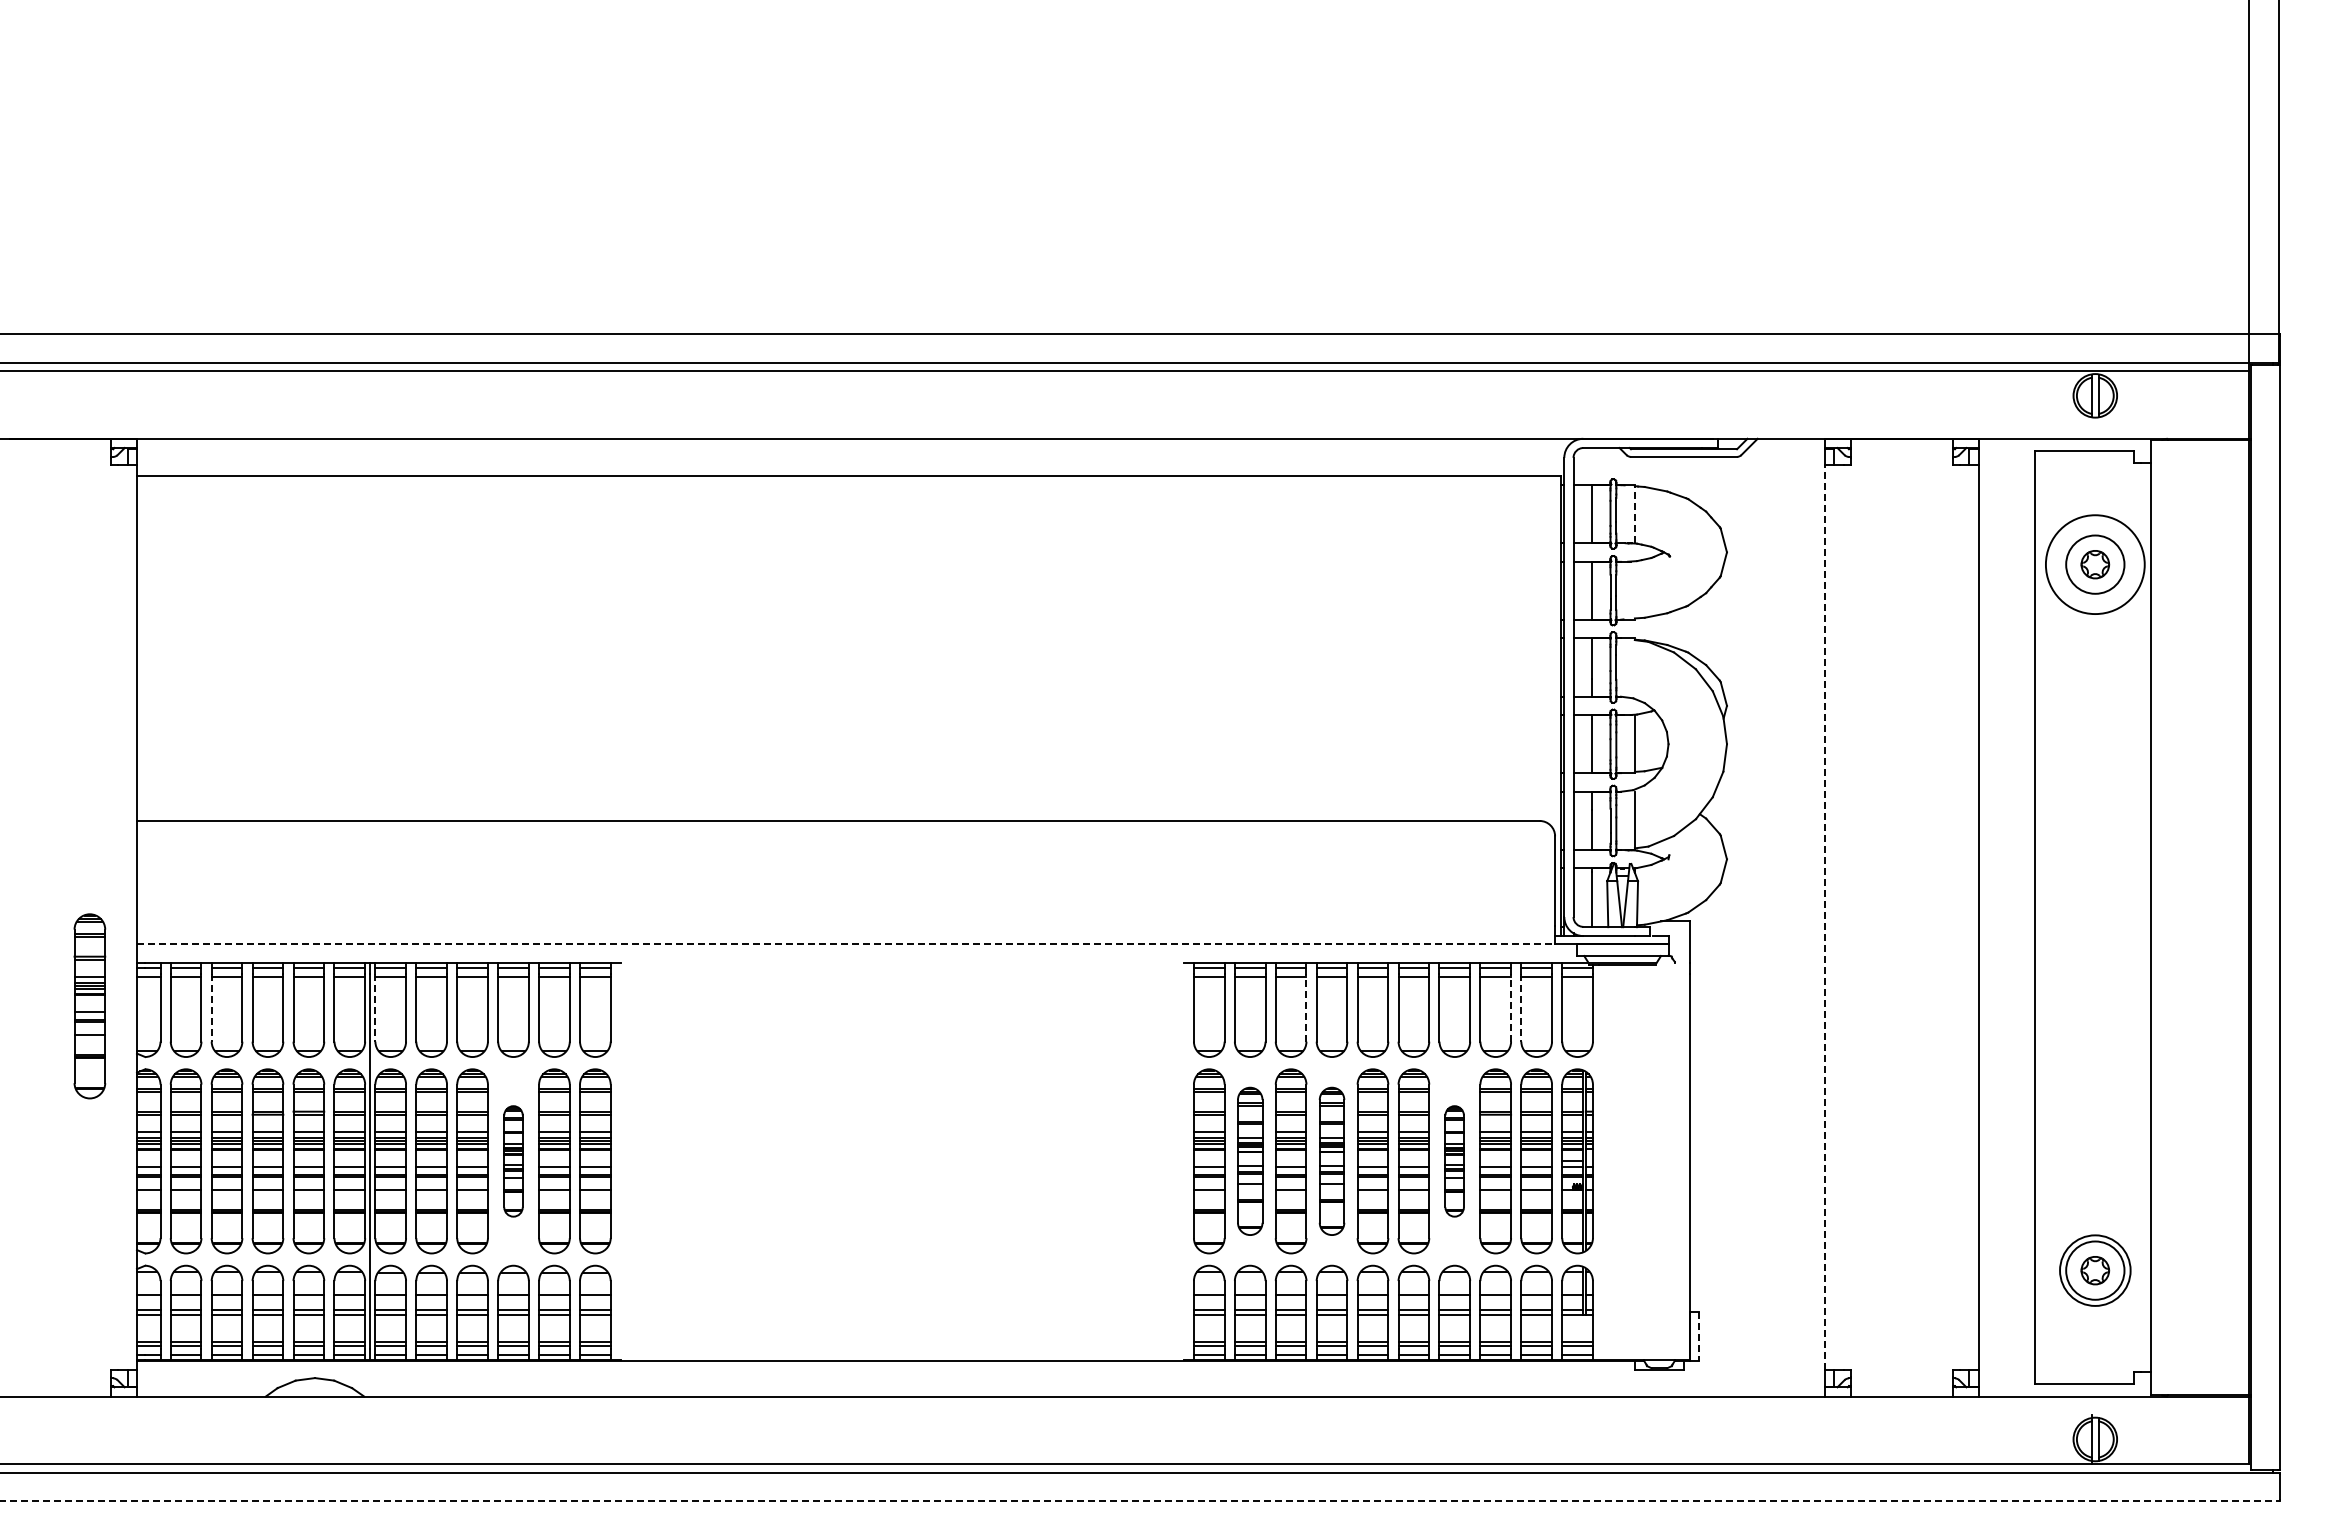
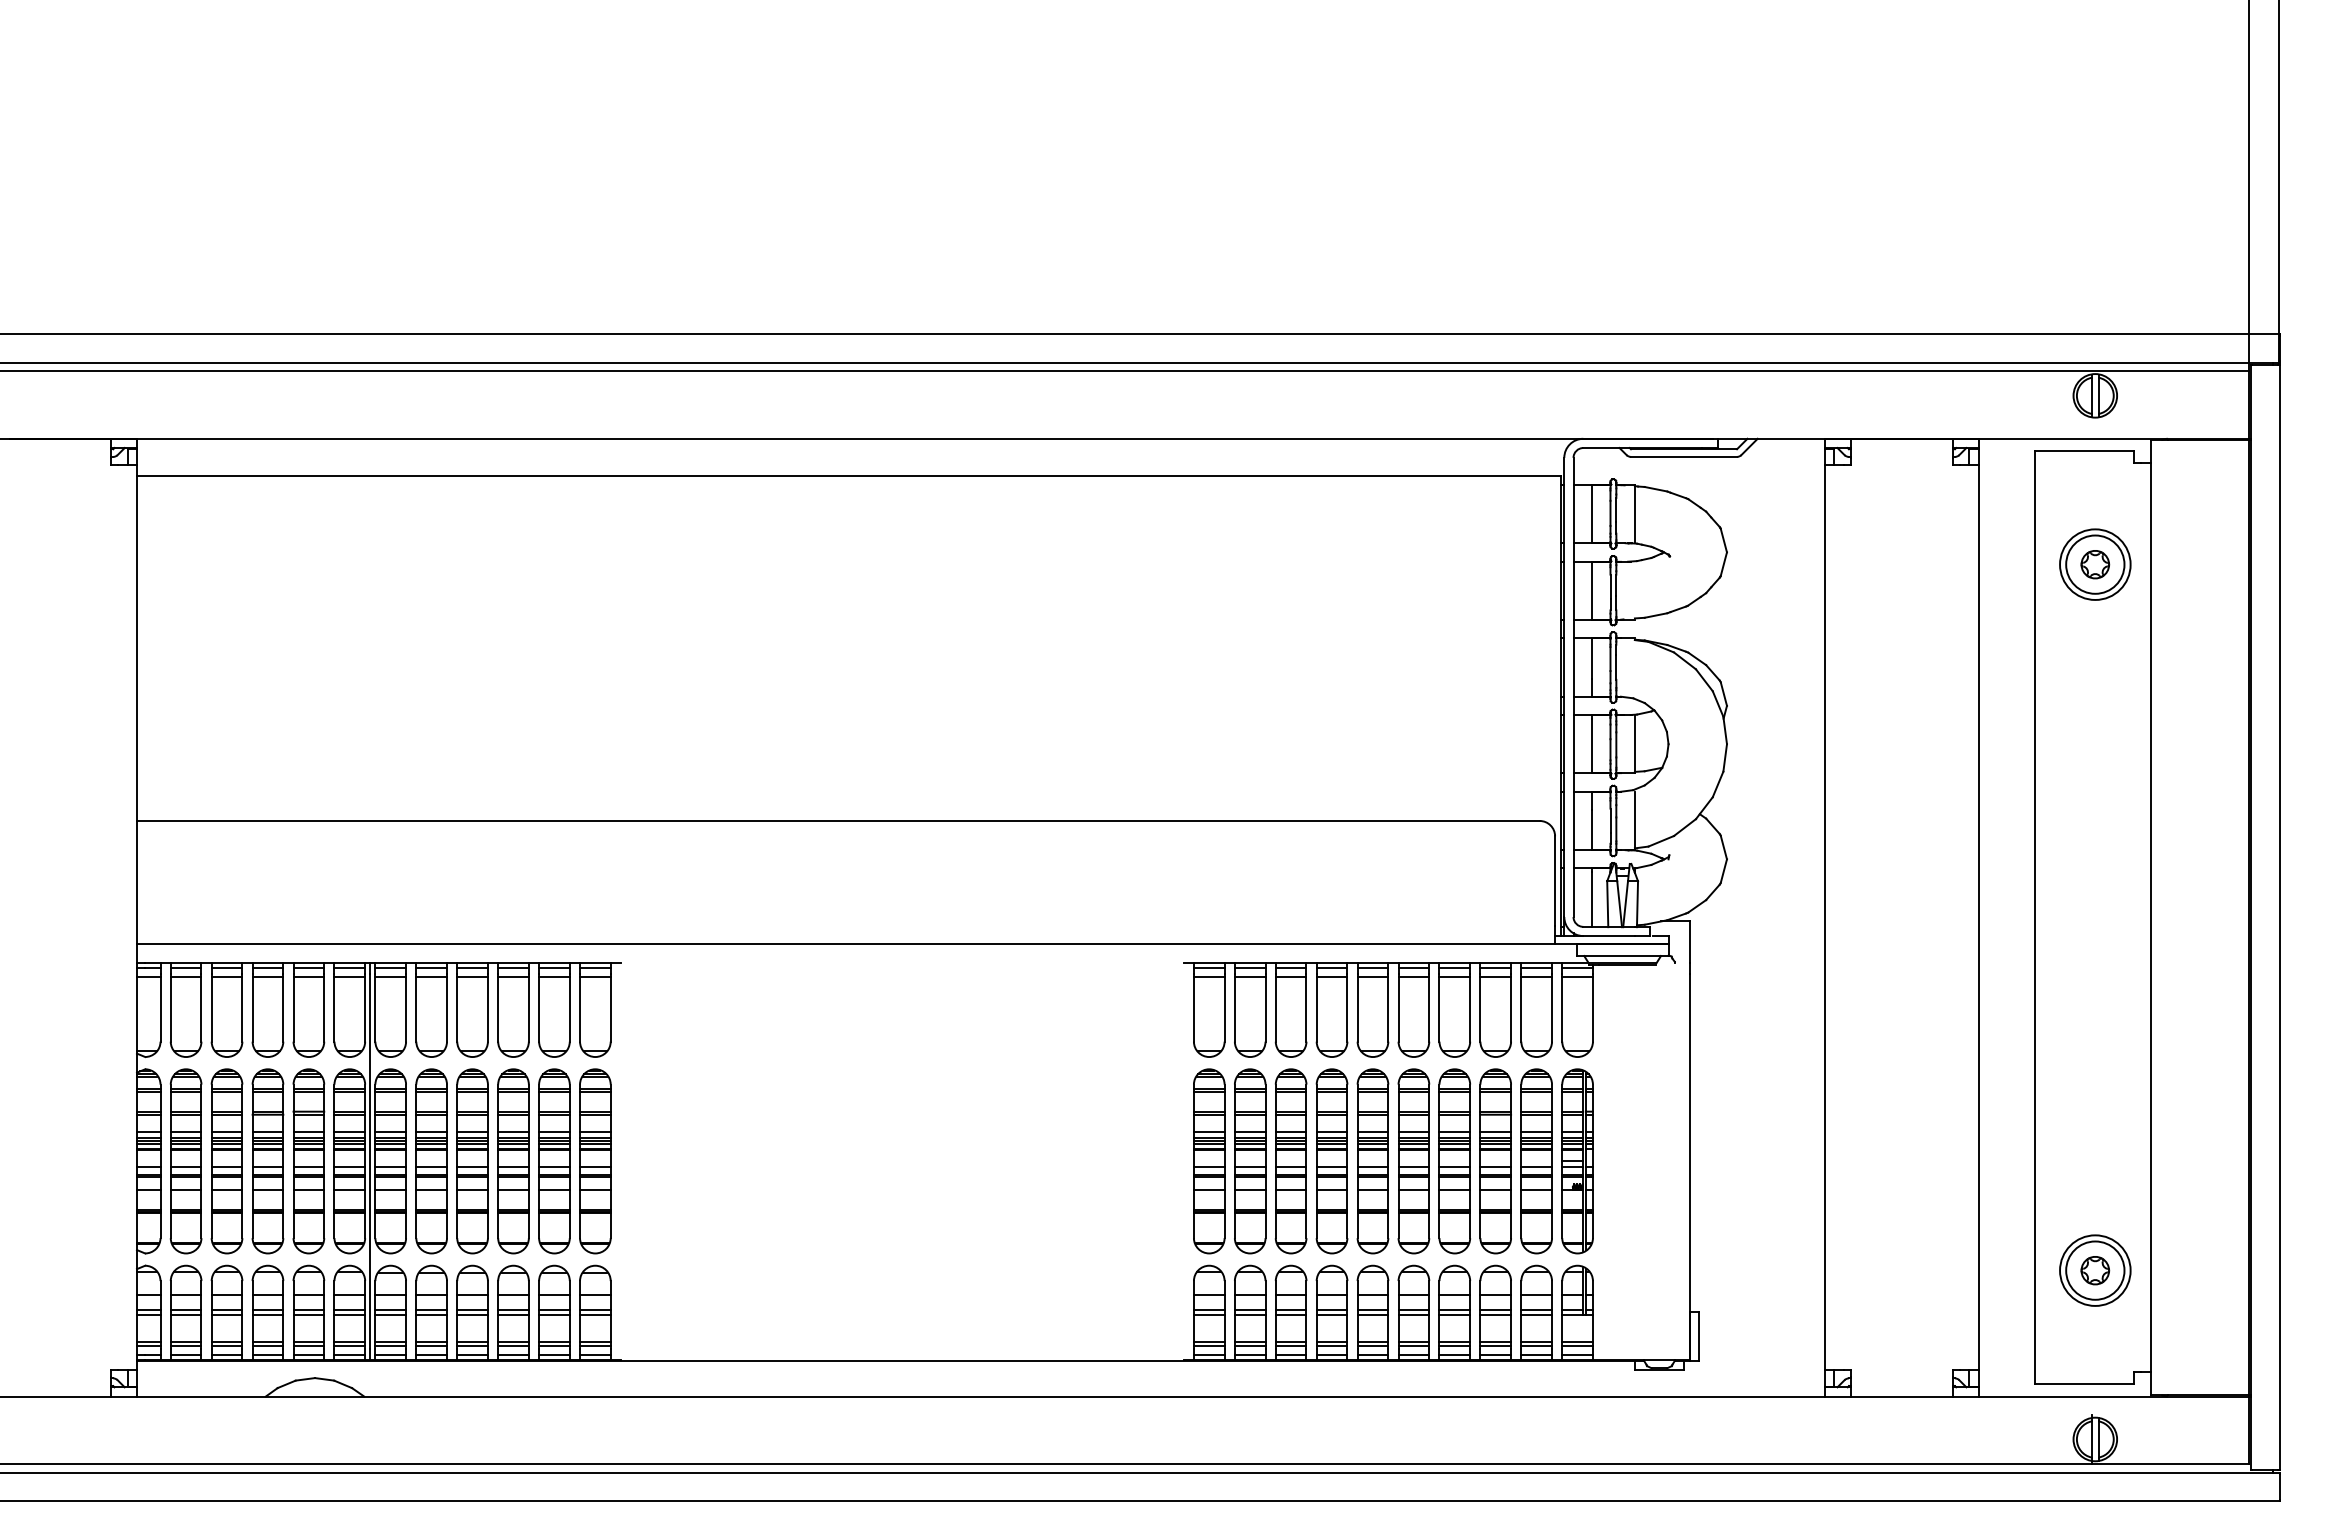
line at (1634, 513): dashed -> solid
circle at (2094, 564) diameter: 99 px -> 71 px
line at (1825, 917): dashed -> solid
line at (846, 943): dashed -> solid
part at (89, 1006): present -> none
line at (211, 1007): dashed -> solid
line at (375, 1007): dashed -> solid
line at (1306, 1007): dashed -> solid
line at (1511, 1007): dashed -> solid
line at (1521, 1007): dashed -> solid
part at (1250, 1160) size: 27x150 px -> 33x187 px
part at (1331, 1160) size: 28x150 px -> 34x187 px
part at (513, 1161) size: 21x113 px -> 33x187 px
part at (1454, 1161) size: 21x113 px -> 33x187 px
line at (1699, 1336): dashed -> solid
line at (1140, 1500): dashed -> solid
